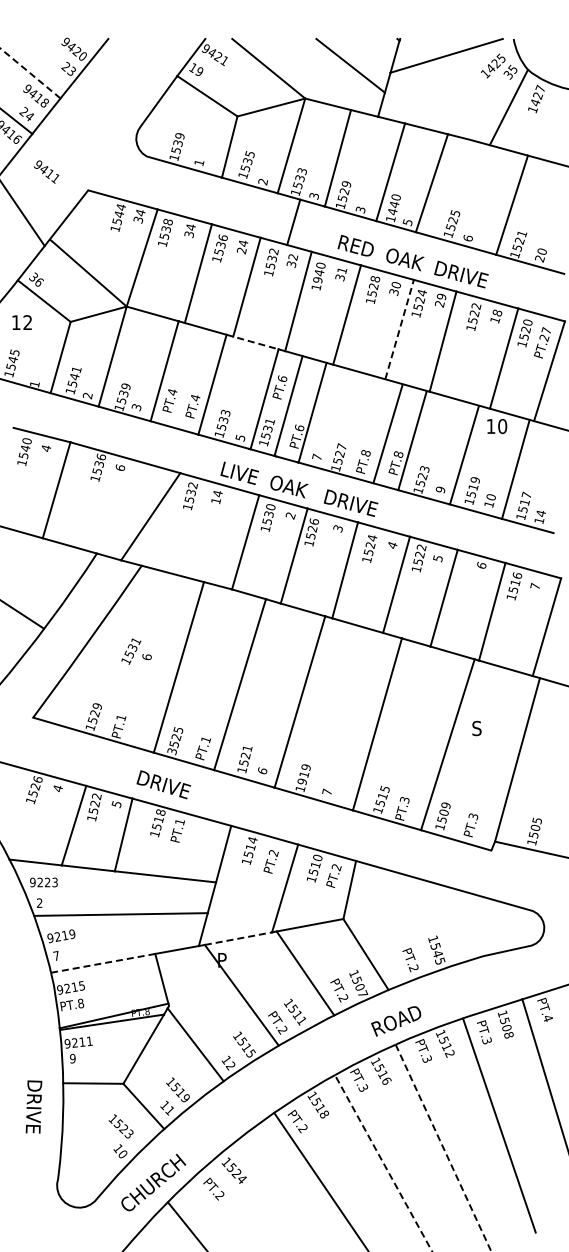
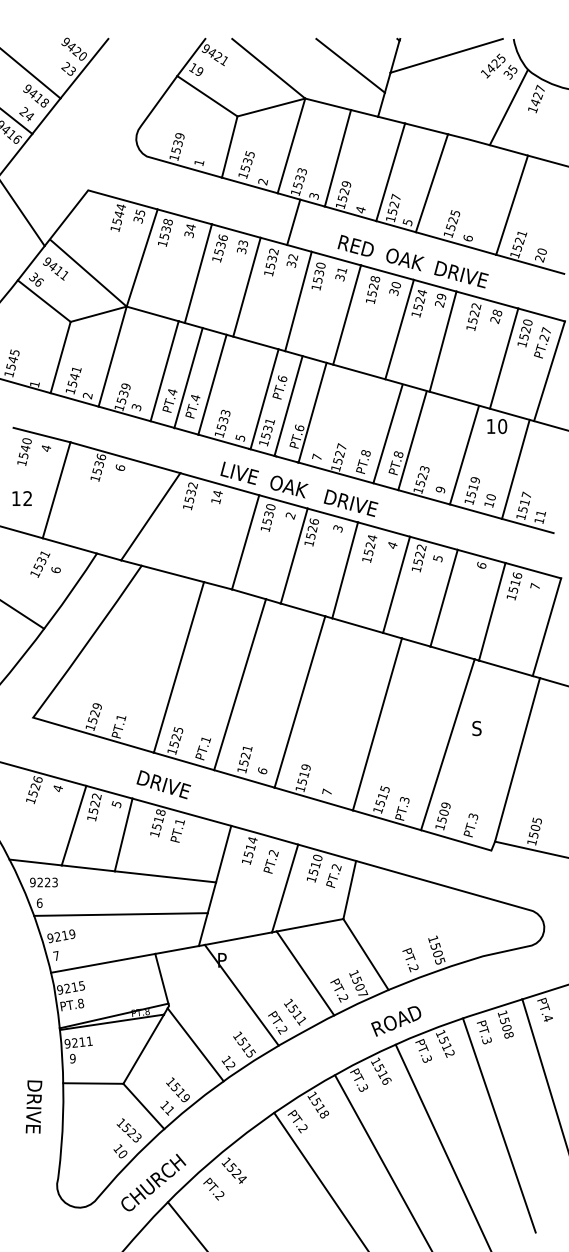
line at (30, 73): dashed -> solid
text at (46, 171) position: (46, 171) -> (55, 268)
text at (393, 204): 1440 -> 1527
text at (360, 209): 3 -> 4
text at (140, 212): 34 -> 35
text at (242, 247): 24 -> 33
text at (318, 276): 1940 -> 1530
text at (494, 320): 18 -> 28
text at (21, 322) position: (21, 322) -> (21, 498)
line at (399, 329): dashed -> solid
line at (251, 341): dashed -> solid
line at (188, 377): none -> present
text at (541, 513): 14 -> 11
text at (136, 651) position: (136, 651) -> (45, 564)
text at (172, 751): 3525 -> 1525
text at (301, 781): 1919 -> 1519
text at (39, 902): 2 -> 6
line at (238, 938): dashed -> solid
text at (437, 953): 1545 -> 1505
line at (103, 963): dashed -> solid
text at (120, 1126) position: (120, 1126) -> (128, 1130)
line at (443, 1148): dashed -> solid
line at (383, 1163): dashed -> solid
